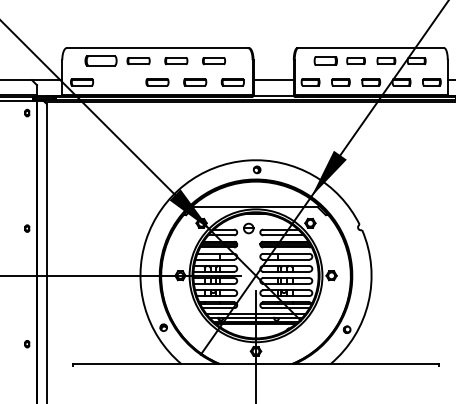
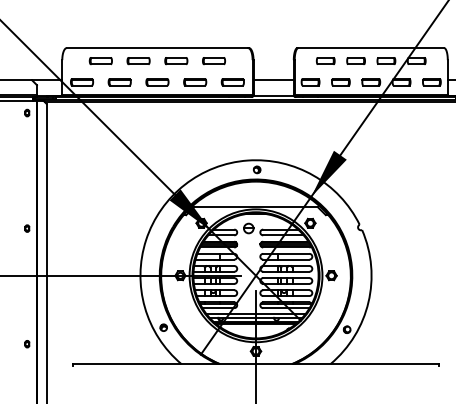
part at (100, 60) size: 34x12 px -> 25x9 px
part at (325, 60) size: 25x10 px -> 21x8 px
part at (119, 82): none -> present
